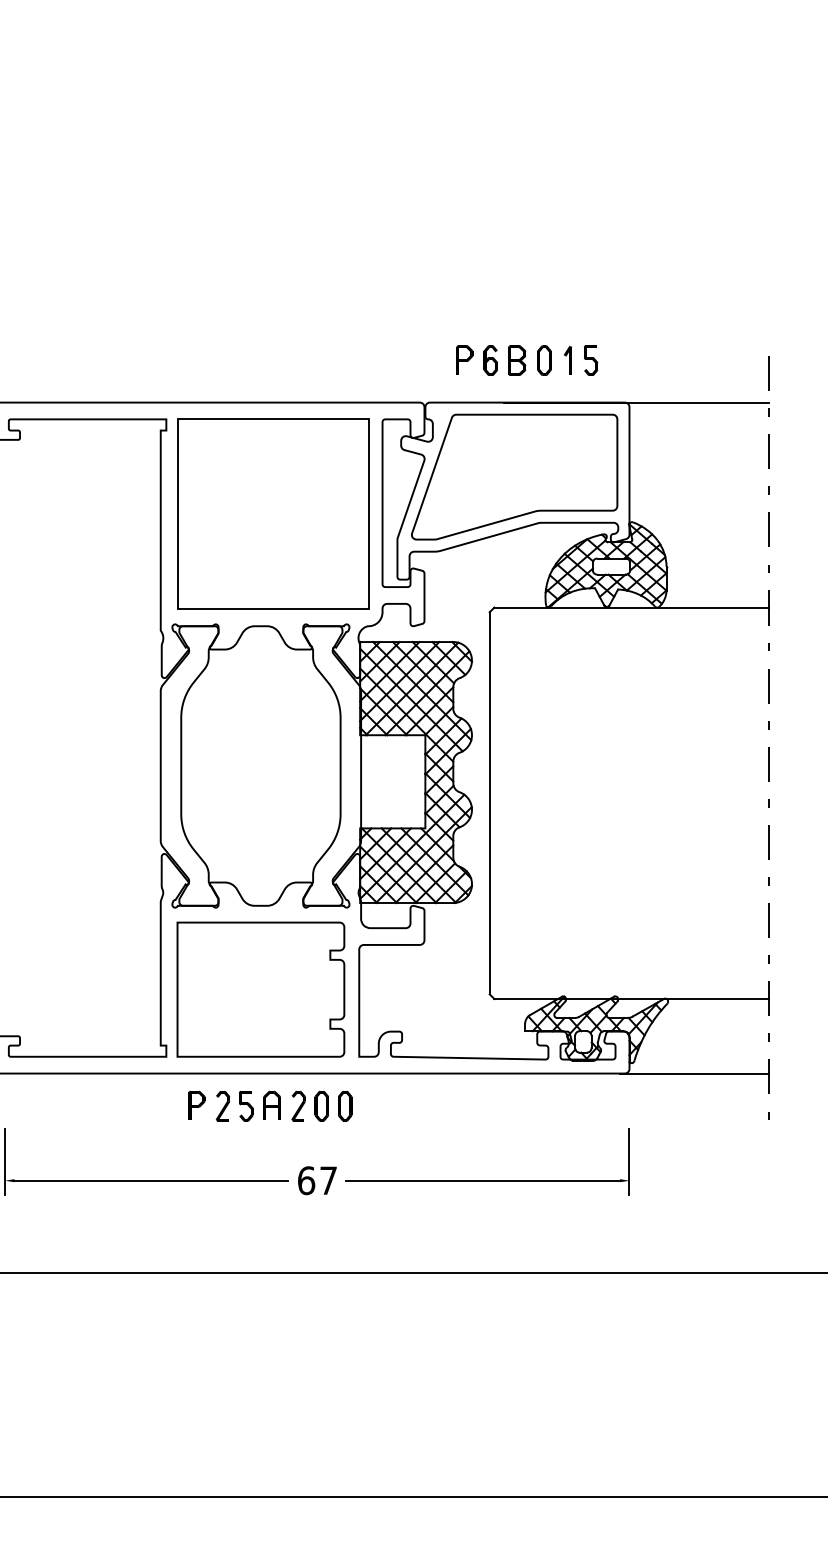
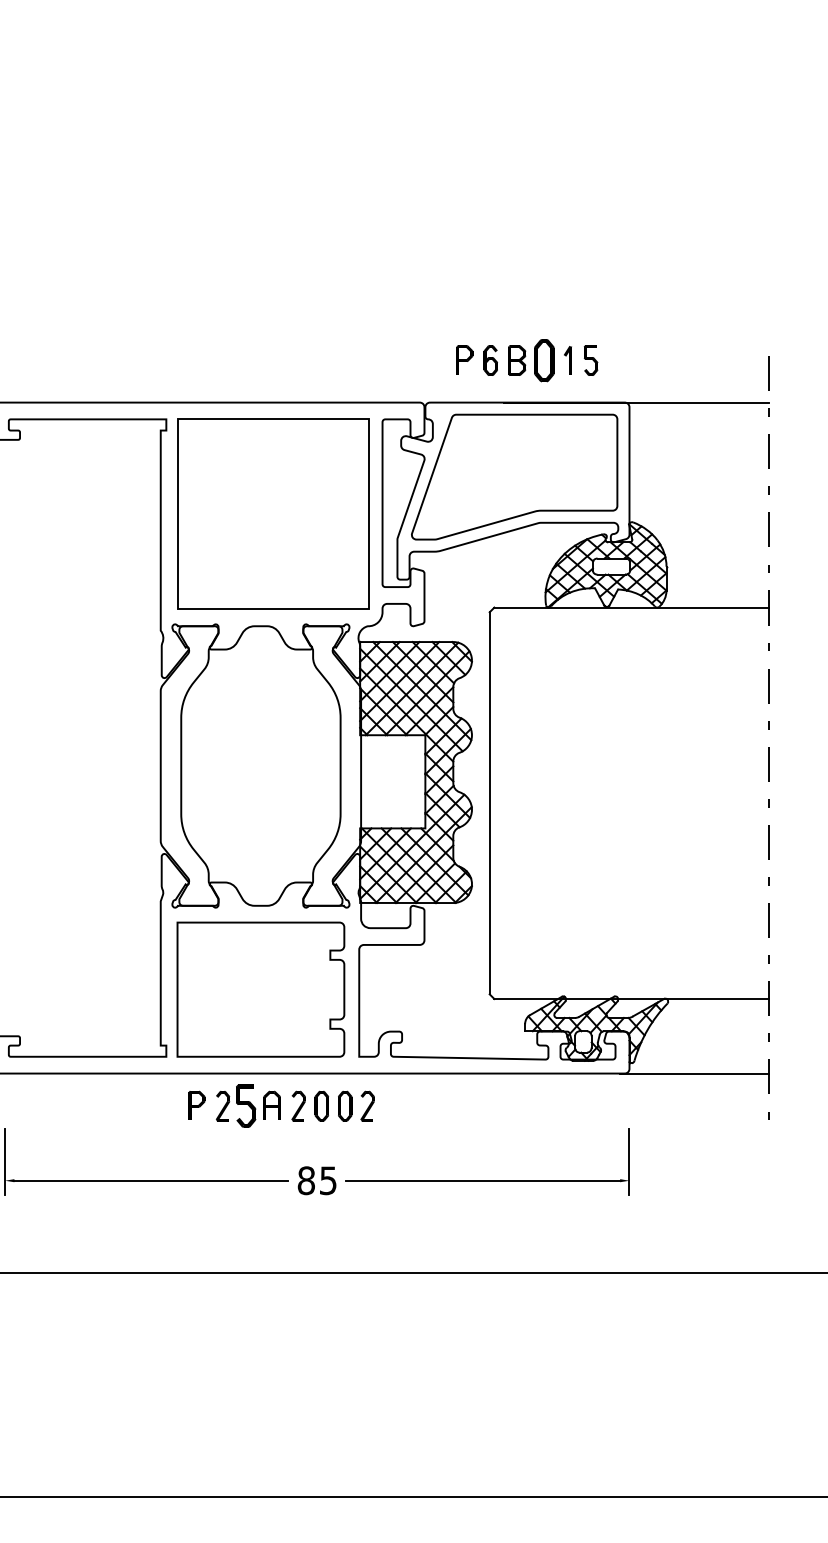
part at (544, 360) size: 15x31 px -> 21x44 px
part at (246, 1105) size: 15x32 px -> 21x44 px
part at (367, 1105): none -> present
text at (316, 1180): 67 -> 85
